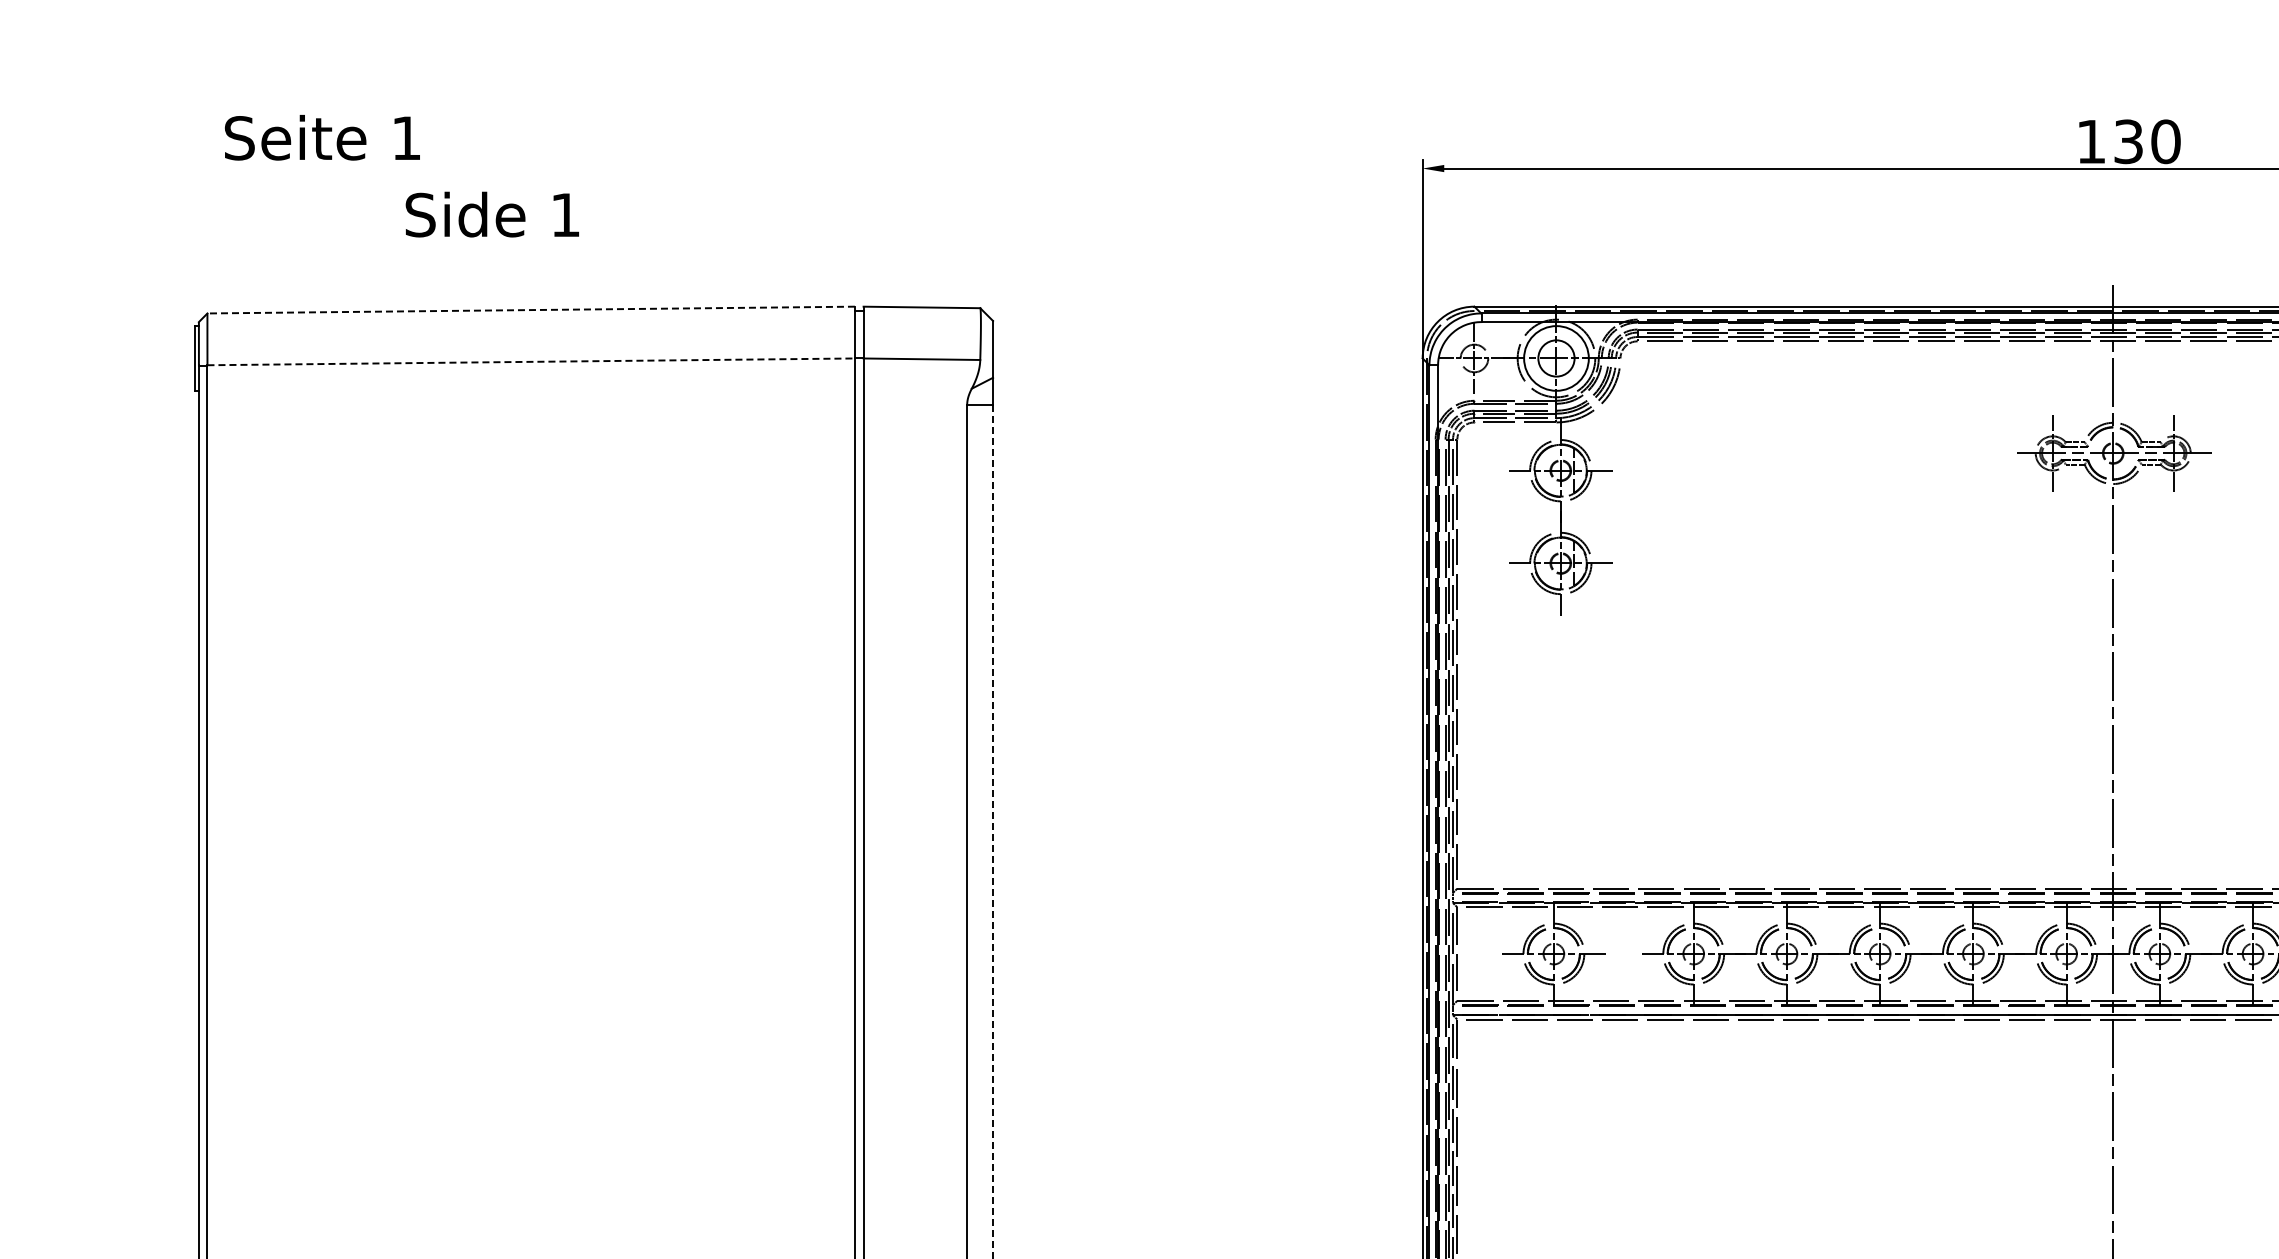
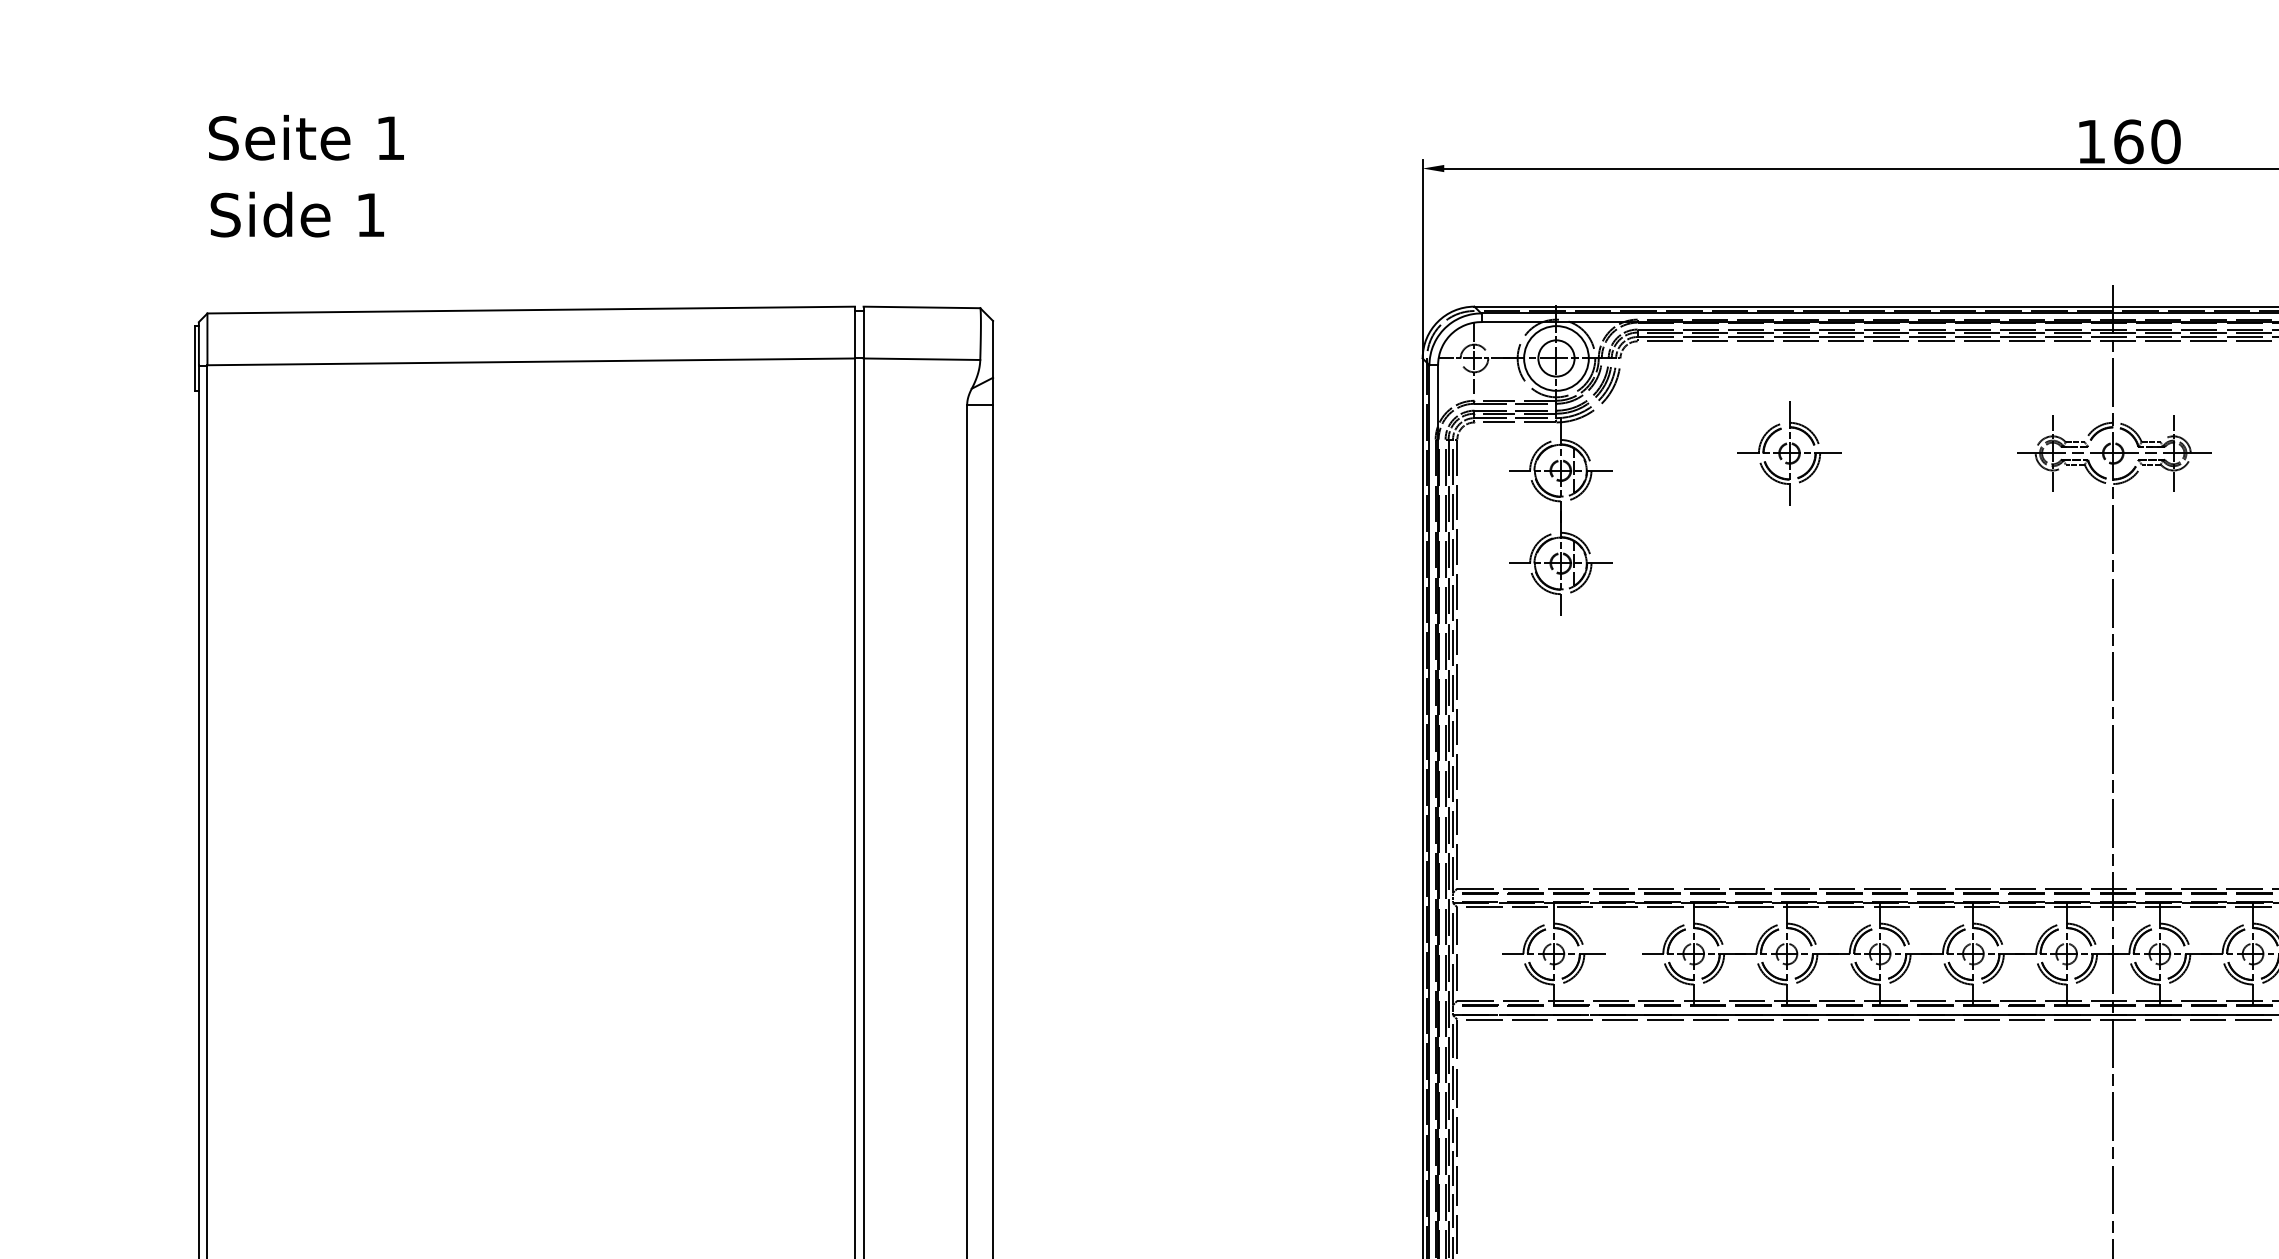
text at (322, 137) position: (322, 137) -> (306, 137)
text at (2128, 141): 130 -> 160
text at (491, 214) position: (491, 214) -> (296, 214)
line at (531, 310): dashed -> solid
line at (531, 361): dashed -> solid
part at (1789, 453): none -> present
line at (993, 832): dashed -> solid
